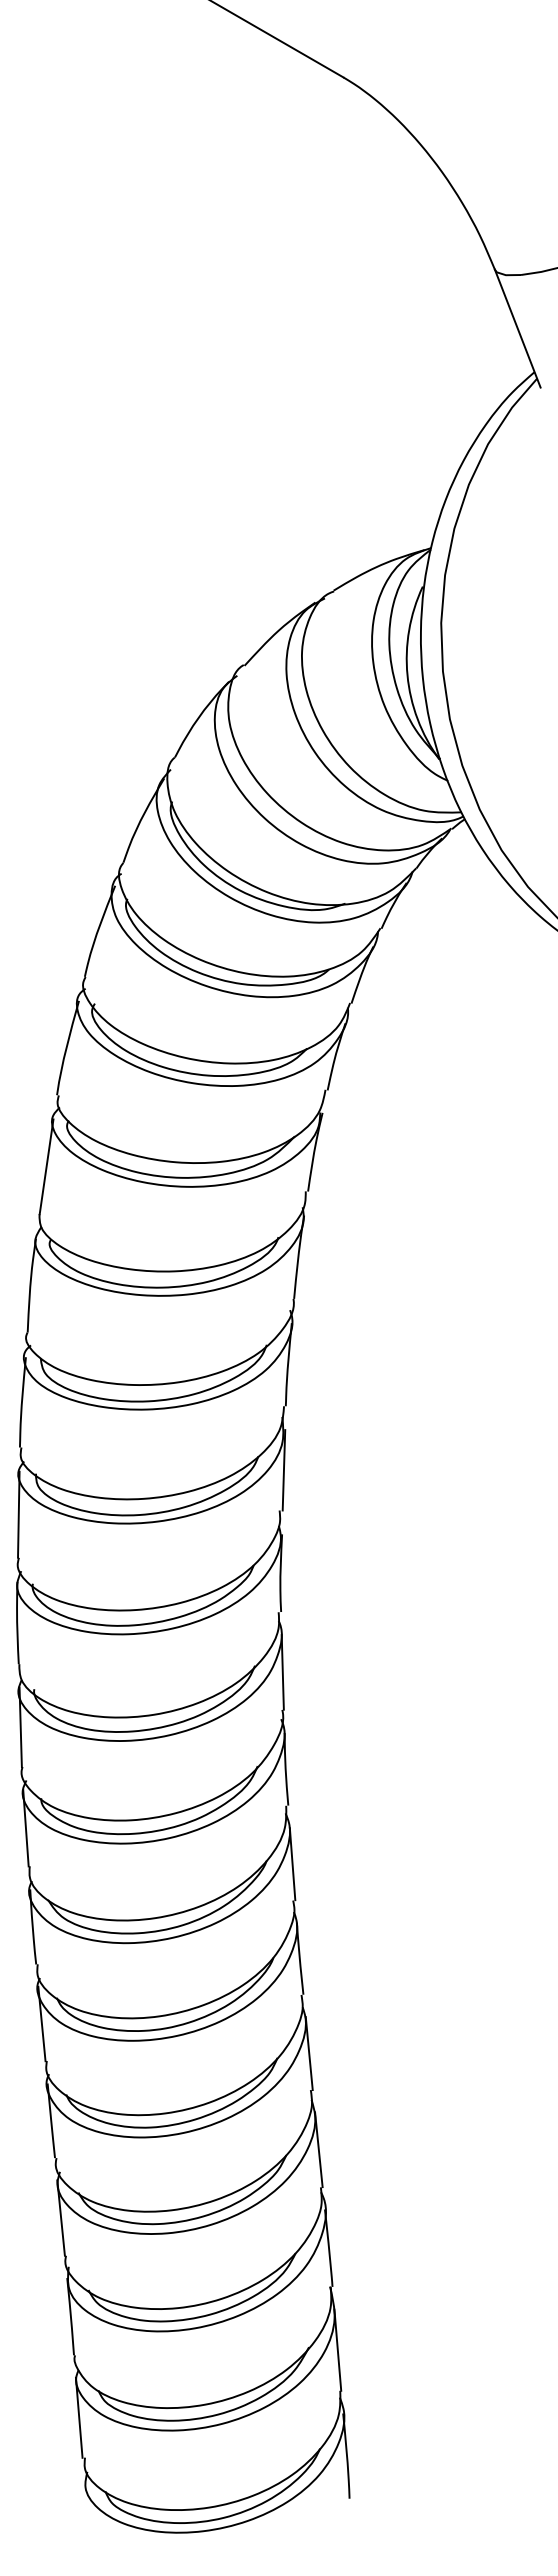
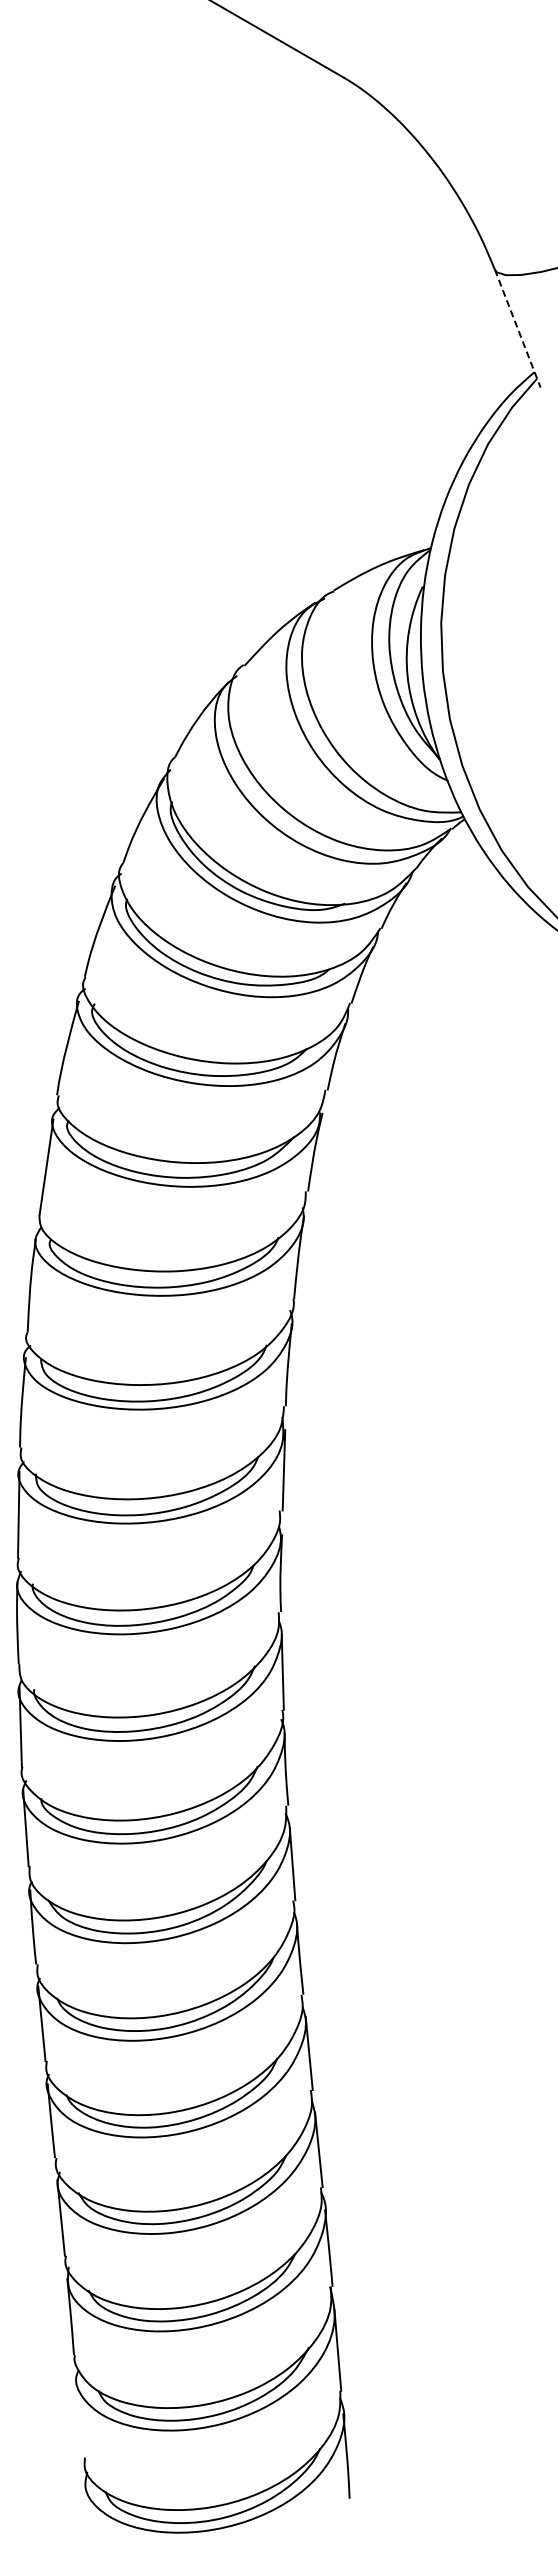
line at (517, 329): solid -> dashed
line at (78, 2417): present -> none
